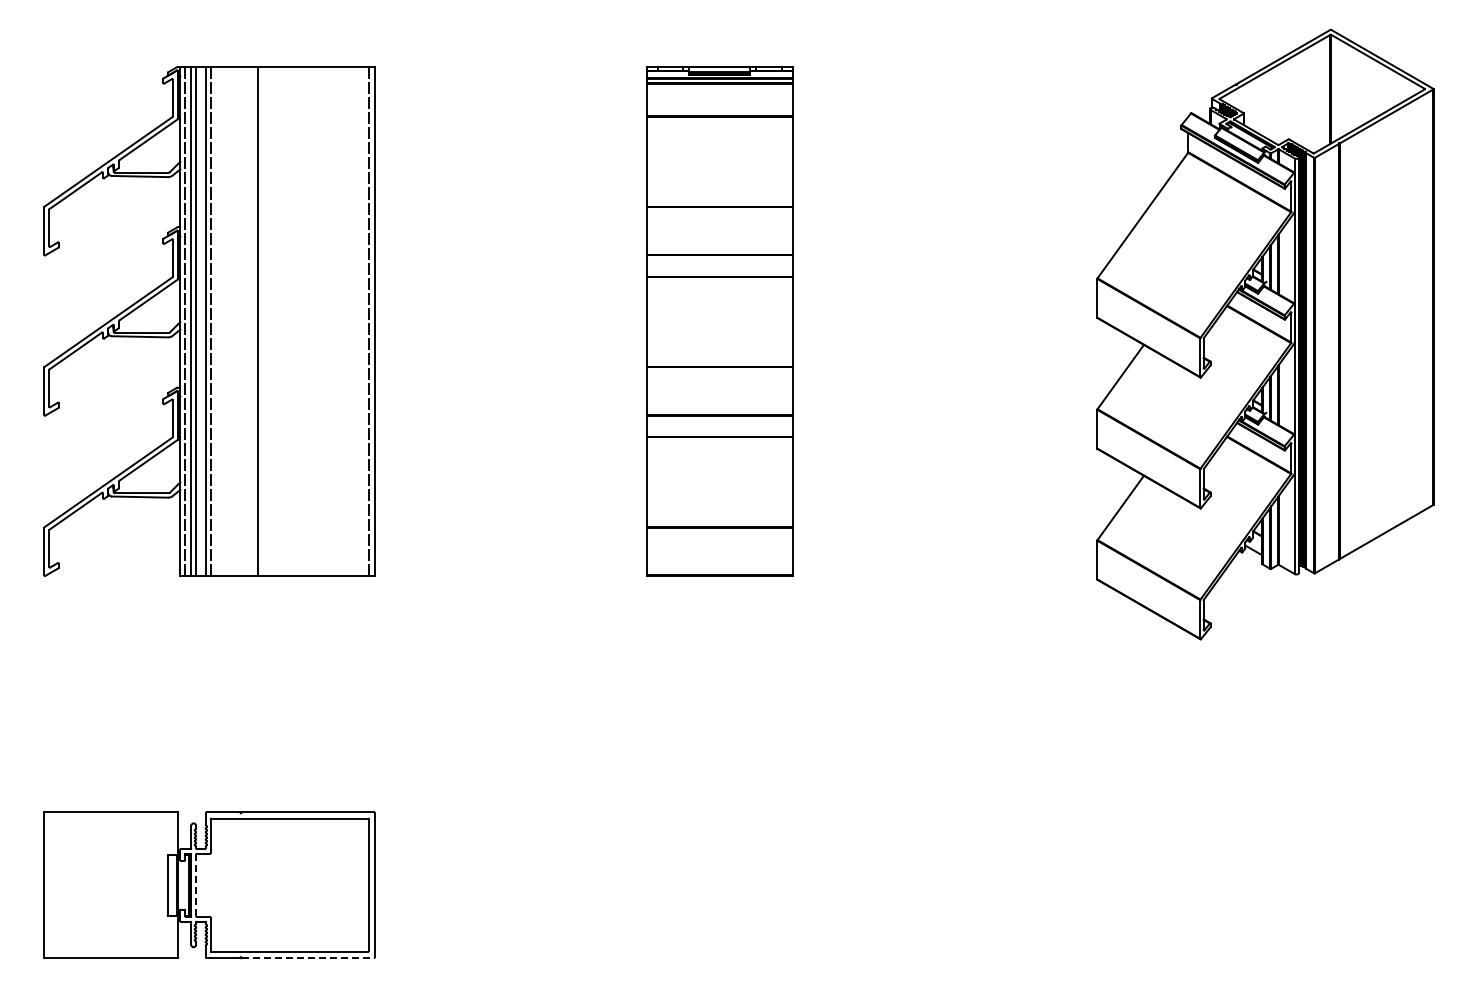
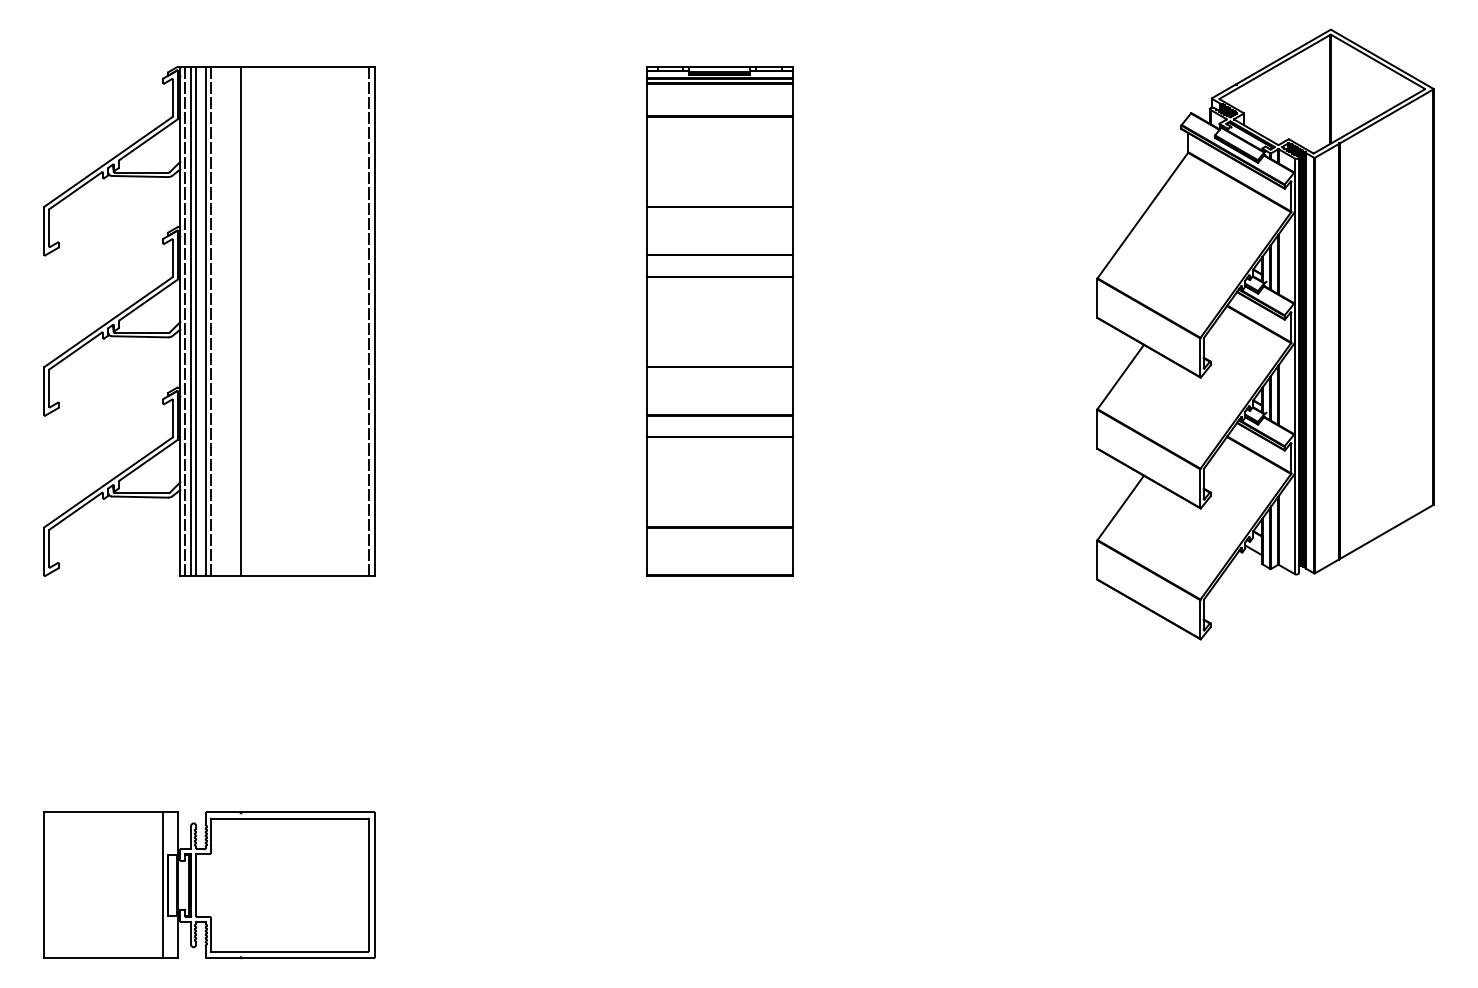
line at (258, 321) position: (258, 321) -> (241, 321)
line at (163, 885): none -> present
line at (196, 885): dashed -> solid
line at (308, 958): dashed -> solid
